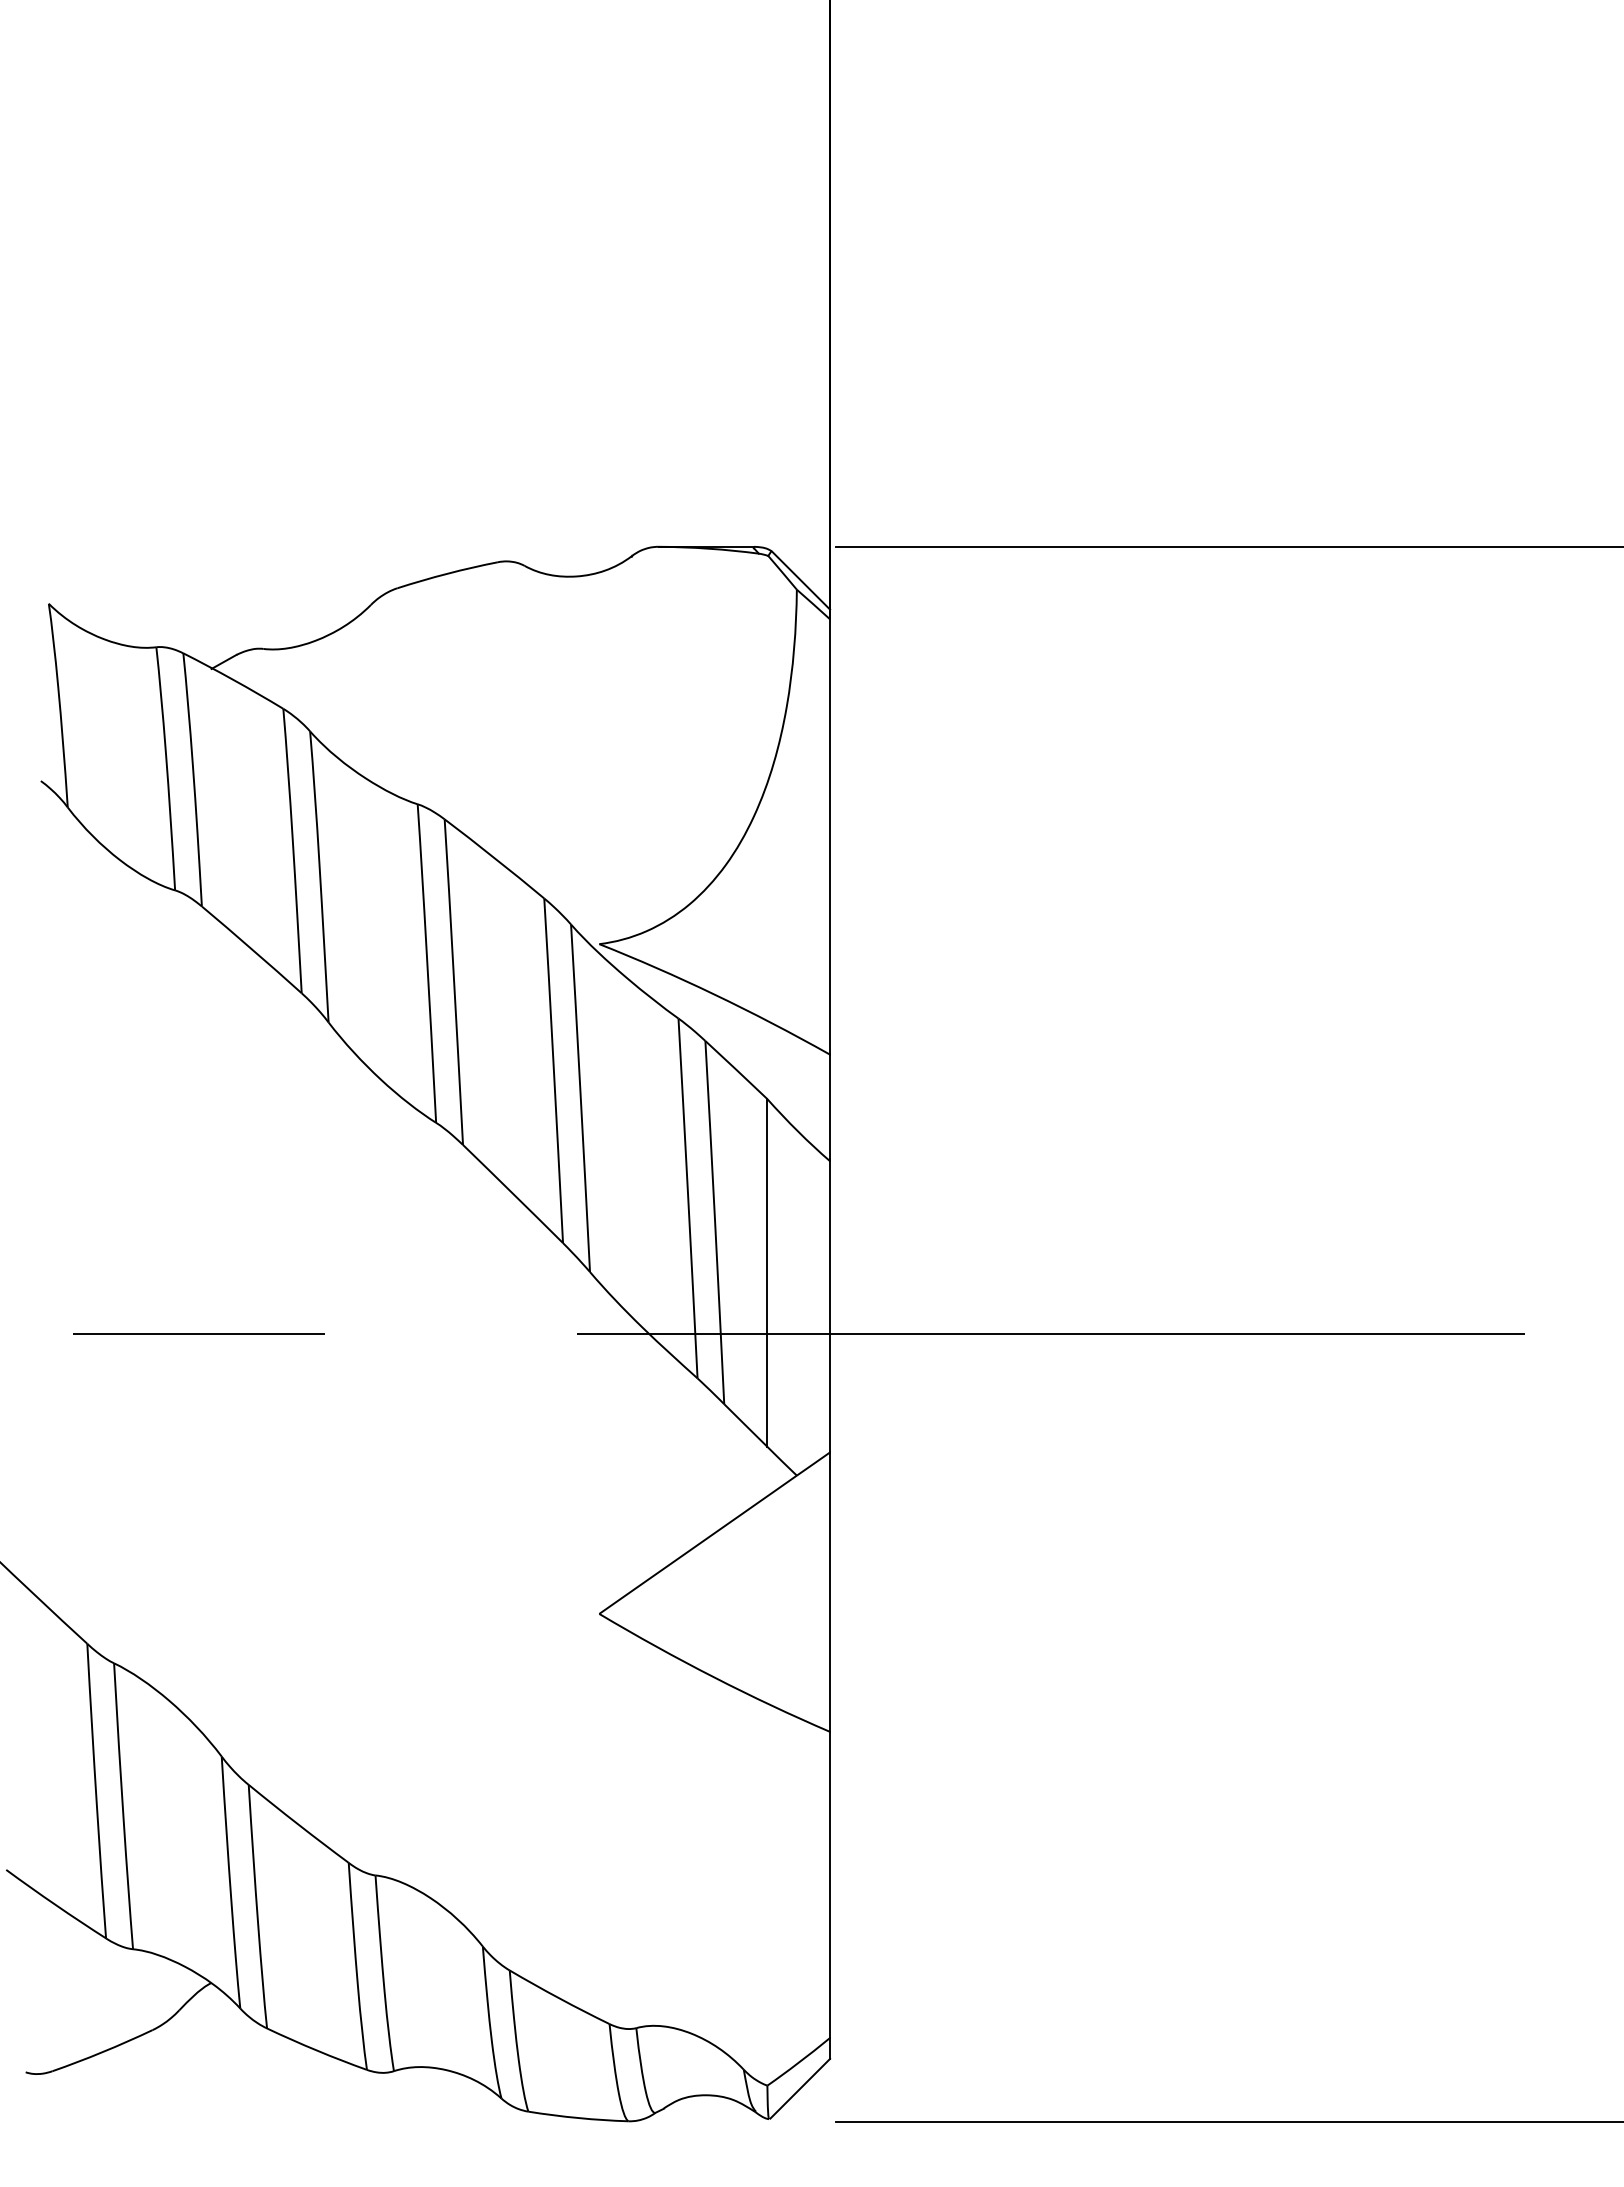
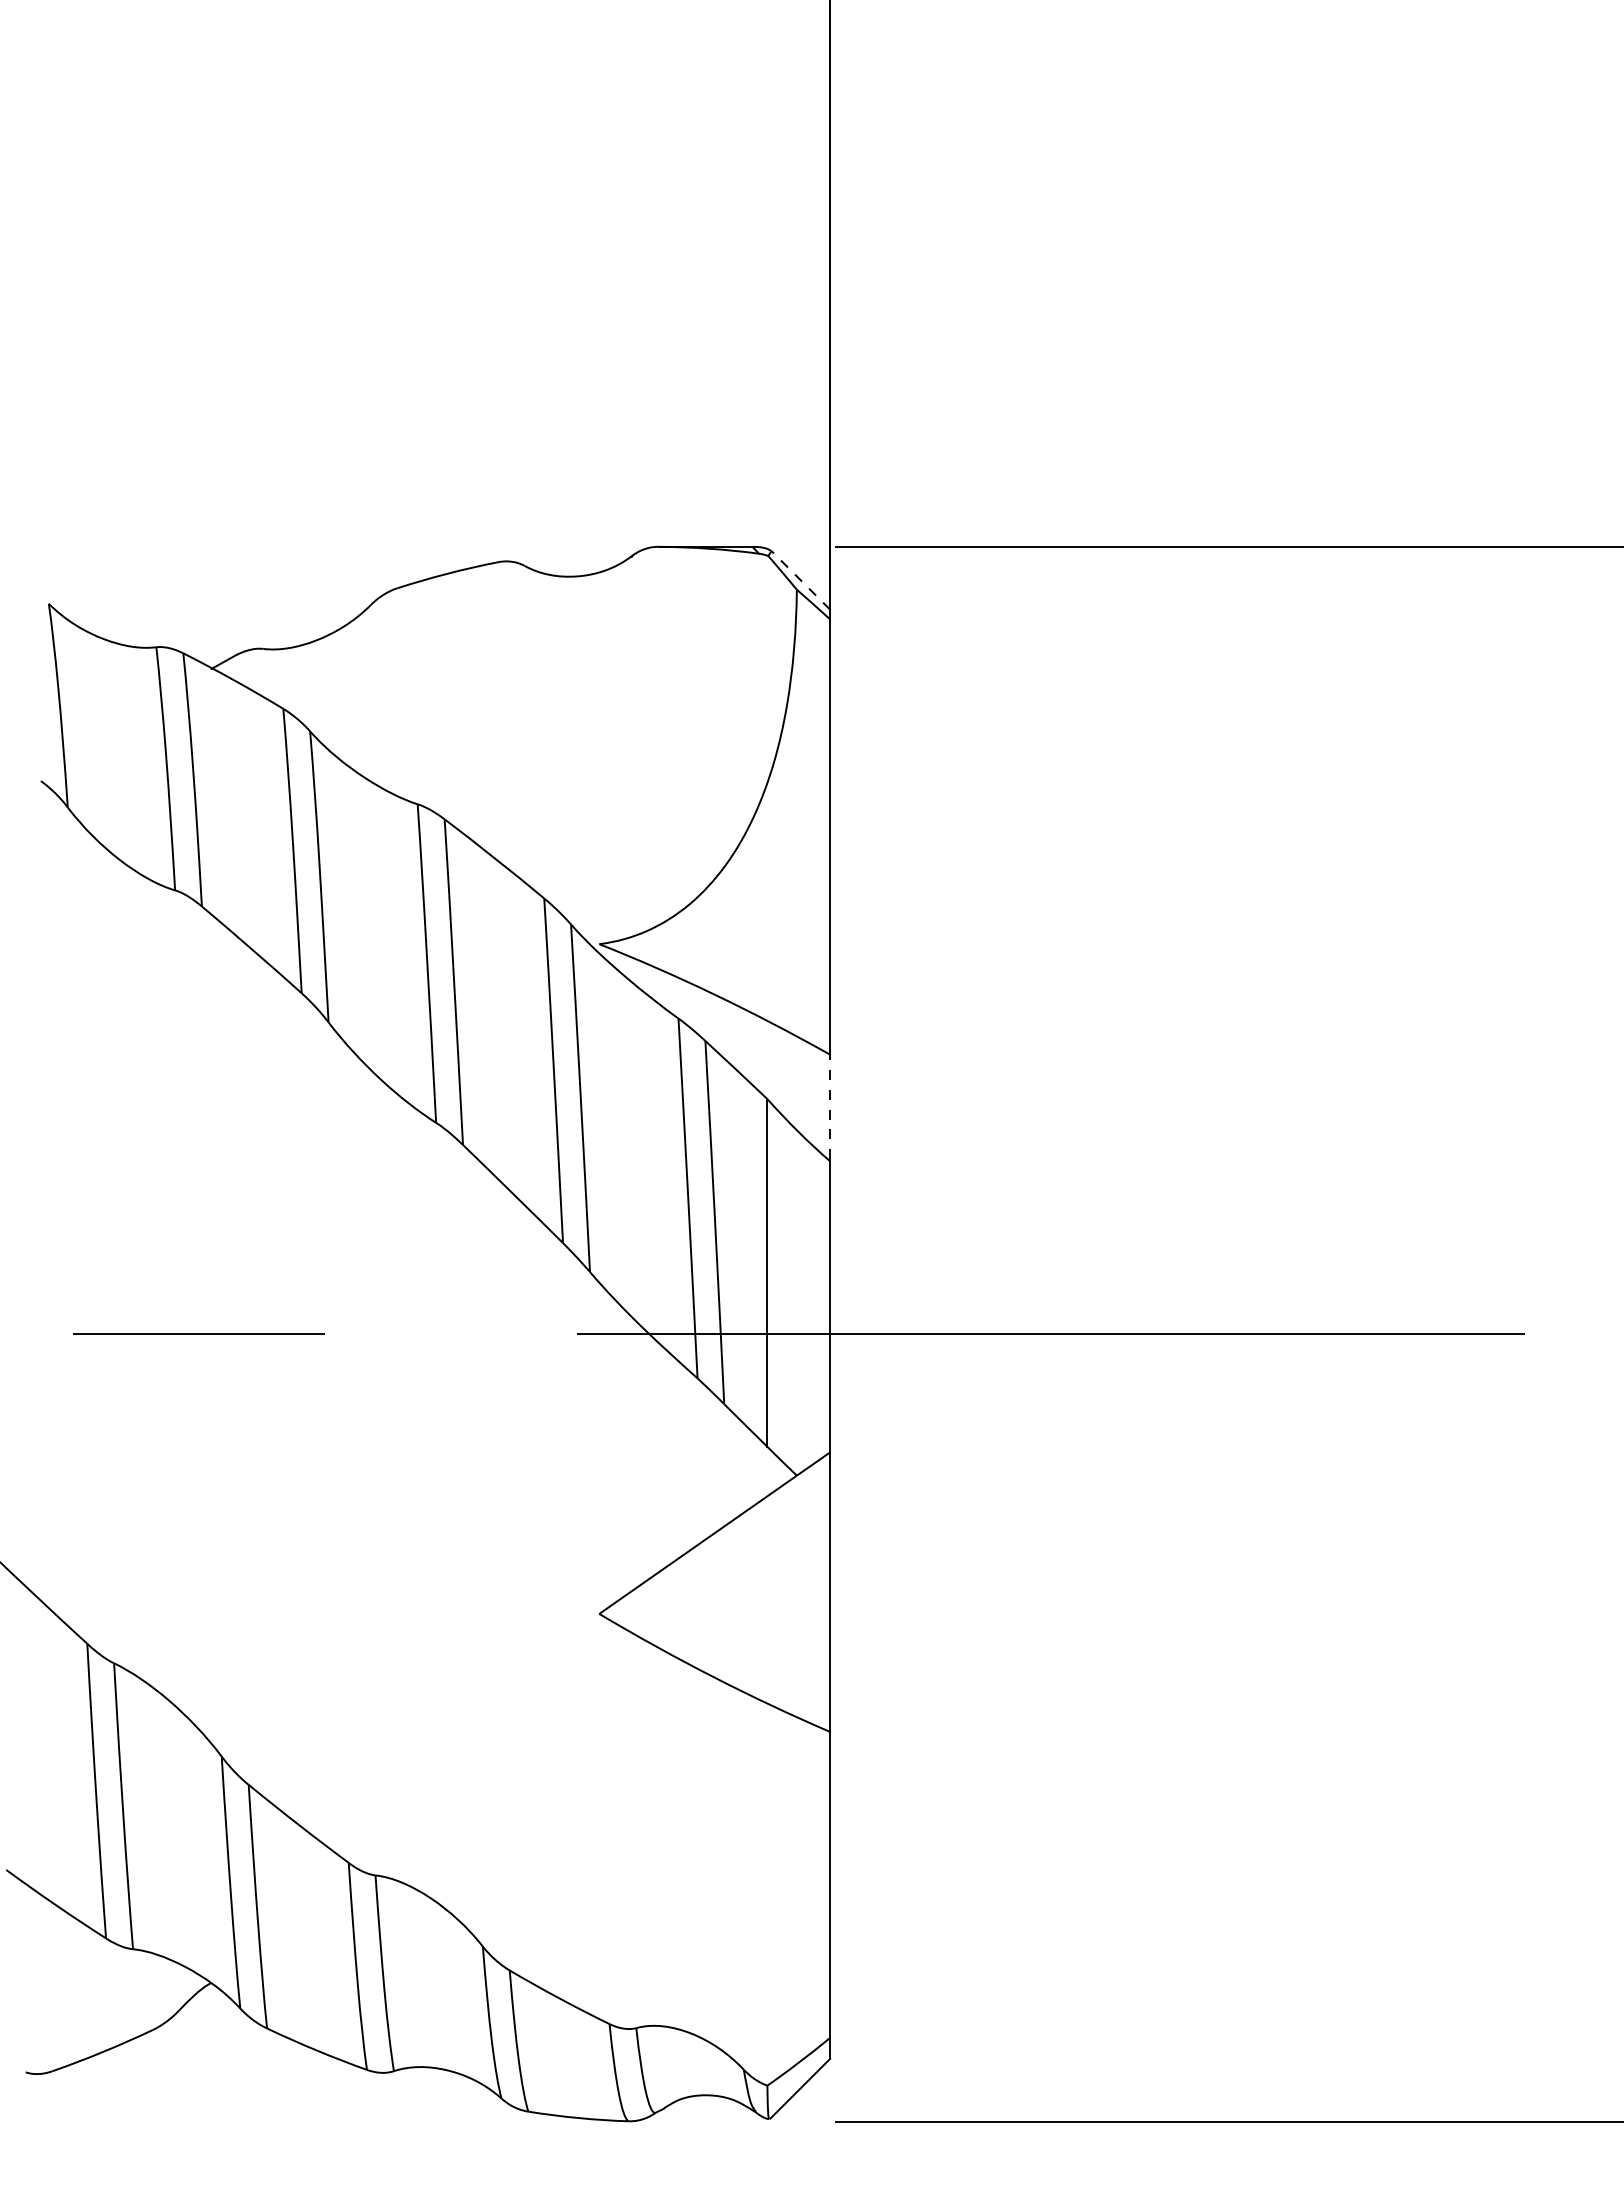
line at (800, 580): solid -> dashed
line at (830, 1106): solid -> dashed
